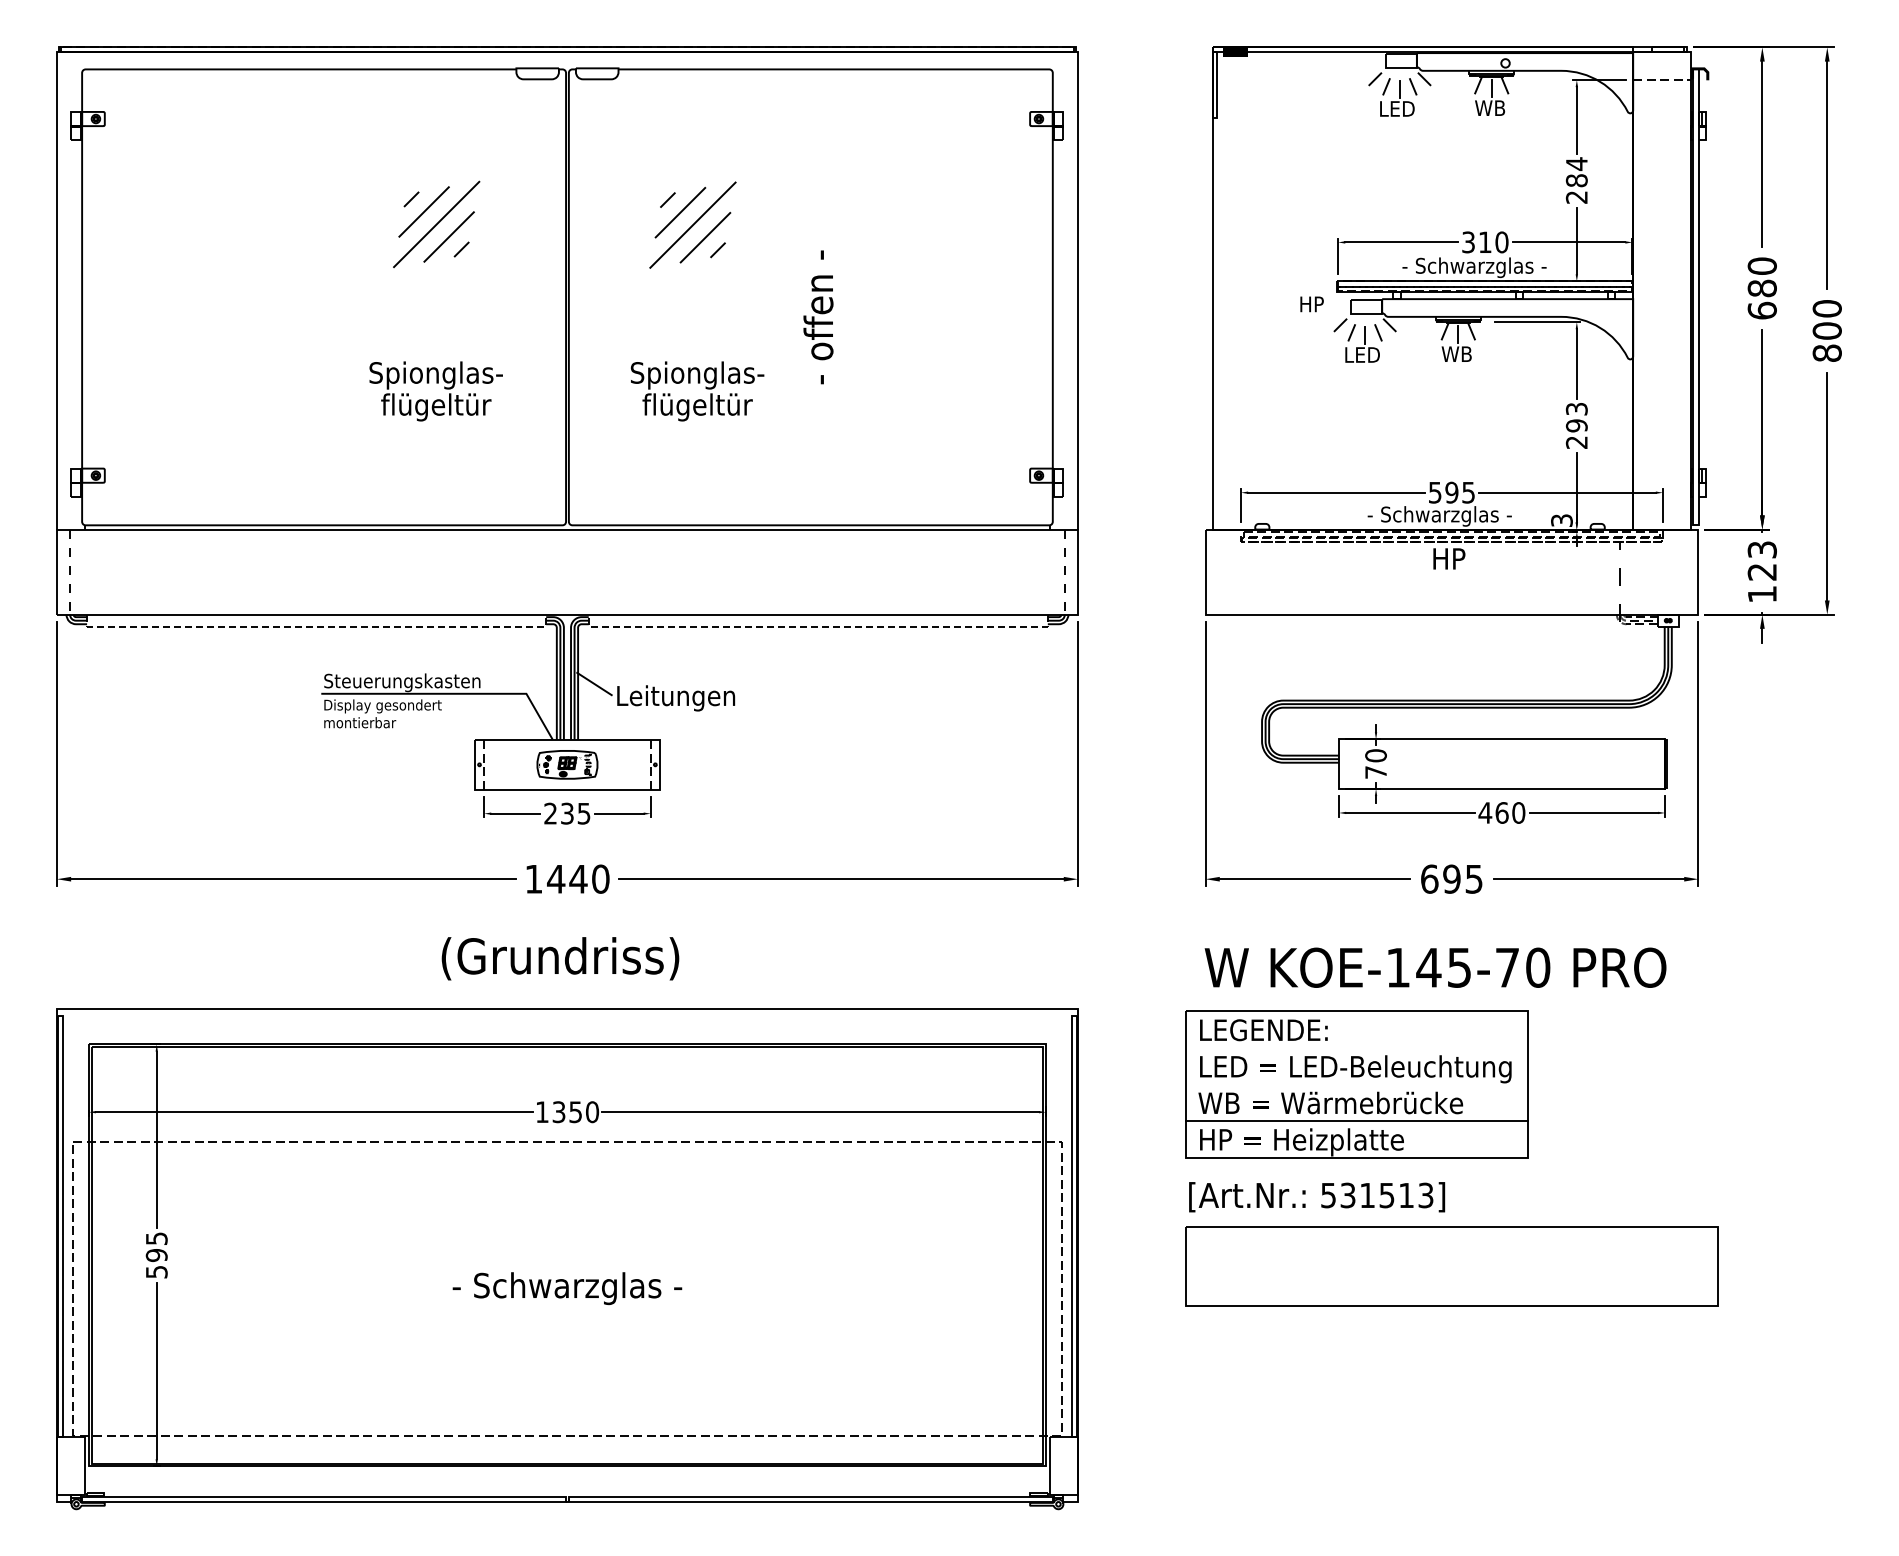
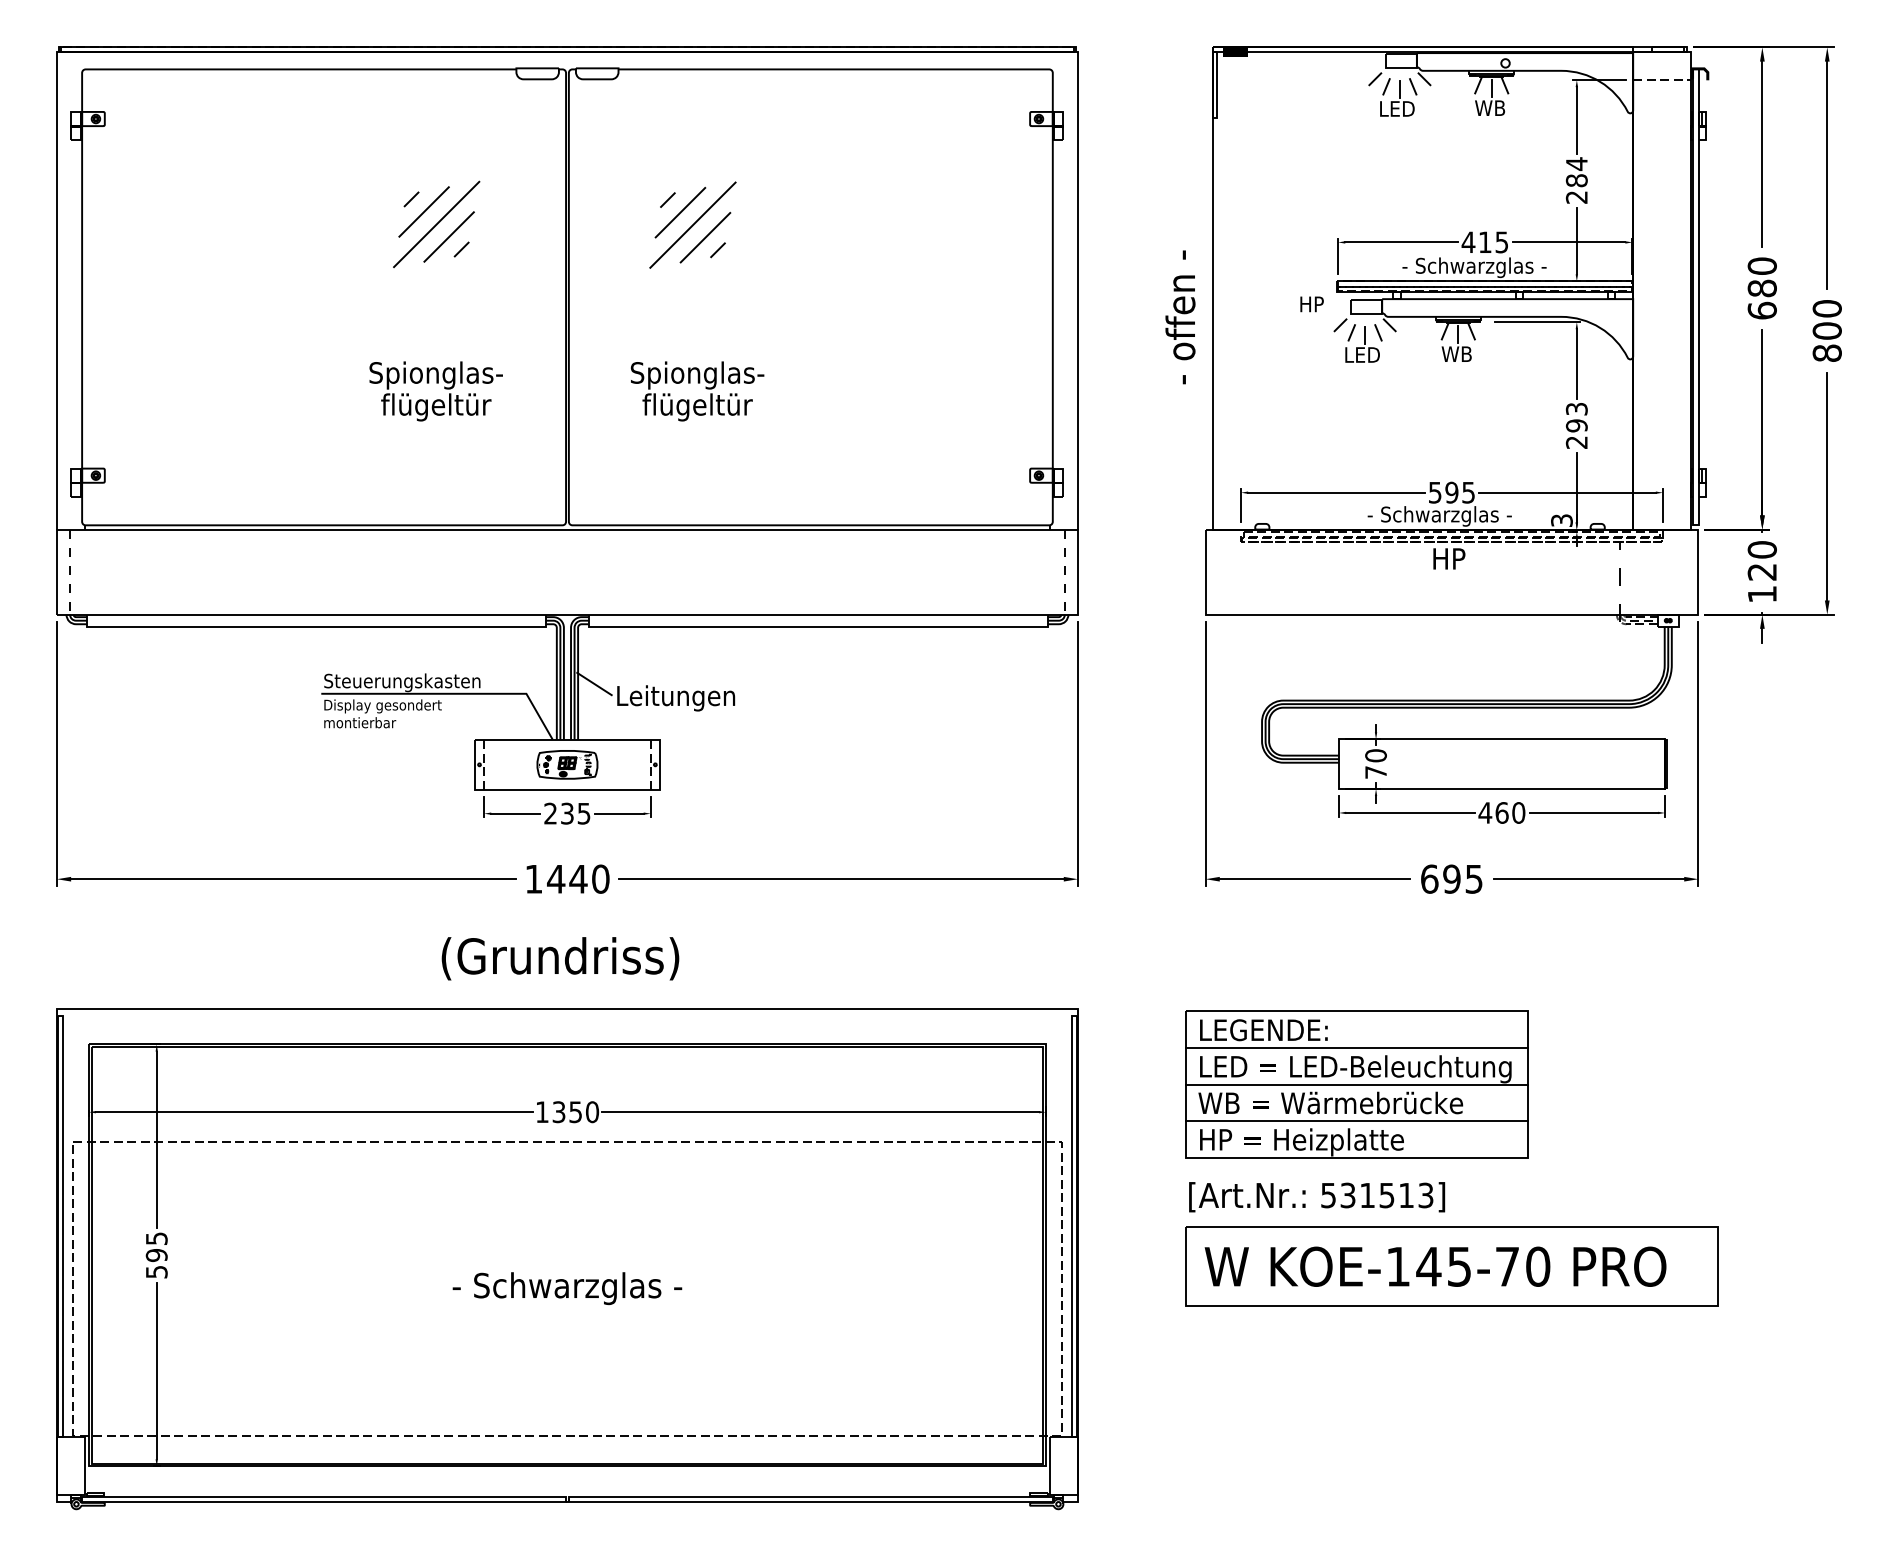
text at (1484, 242): 310 -> 415
text at (818, 317) position: (818, 317) -> (1180, 317)
text at (1761, 549): 123 -> 120
line at (316, 626): dashed -> solid
line at (818, 626): dashed -> solid
text at (1435, 967) position: (1435, 967) -> (1435, 1266)
line at (1356, 1047): none -> present
line at (1356, 1084): none -> present
